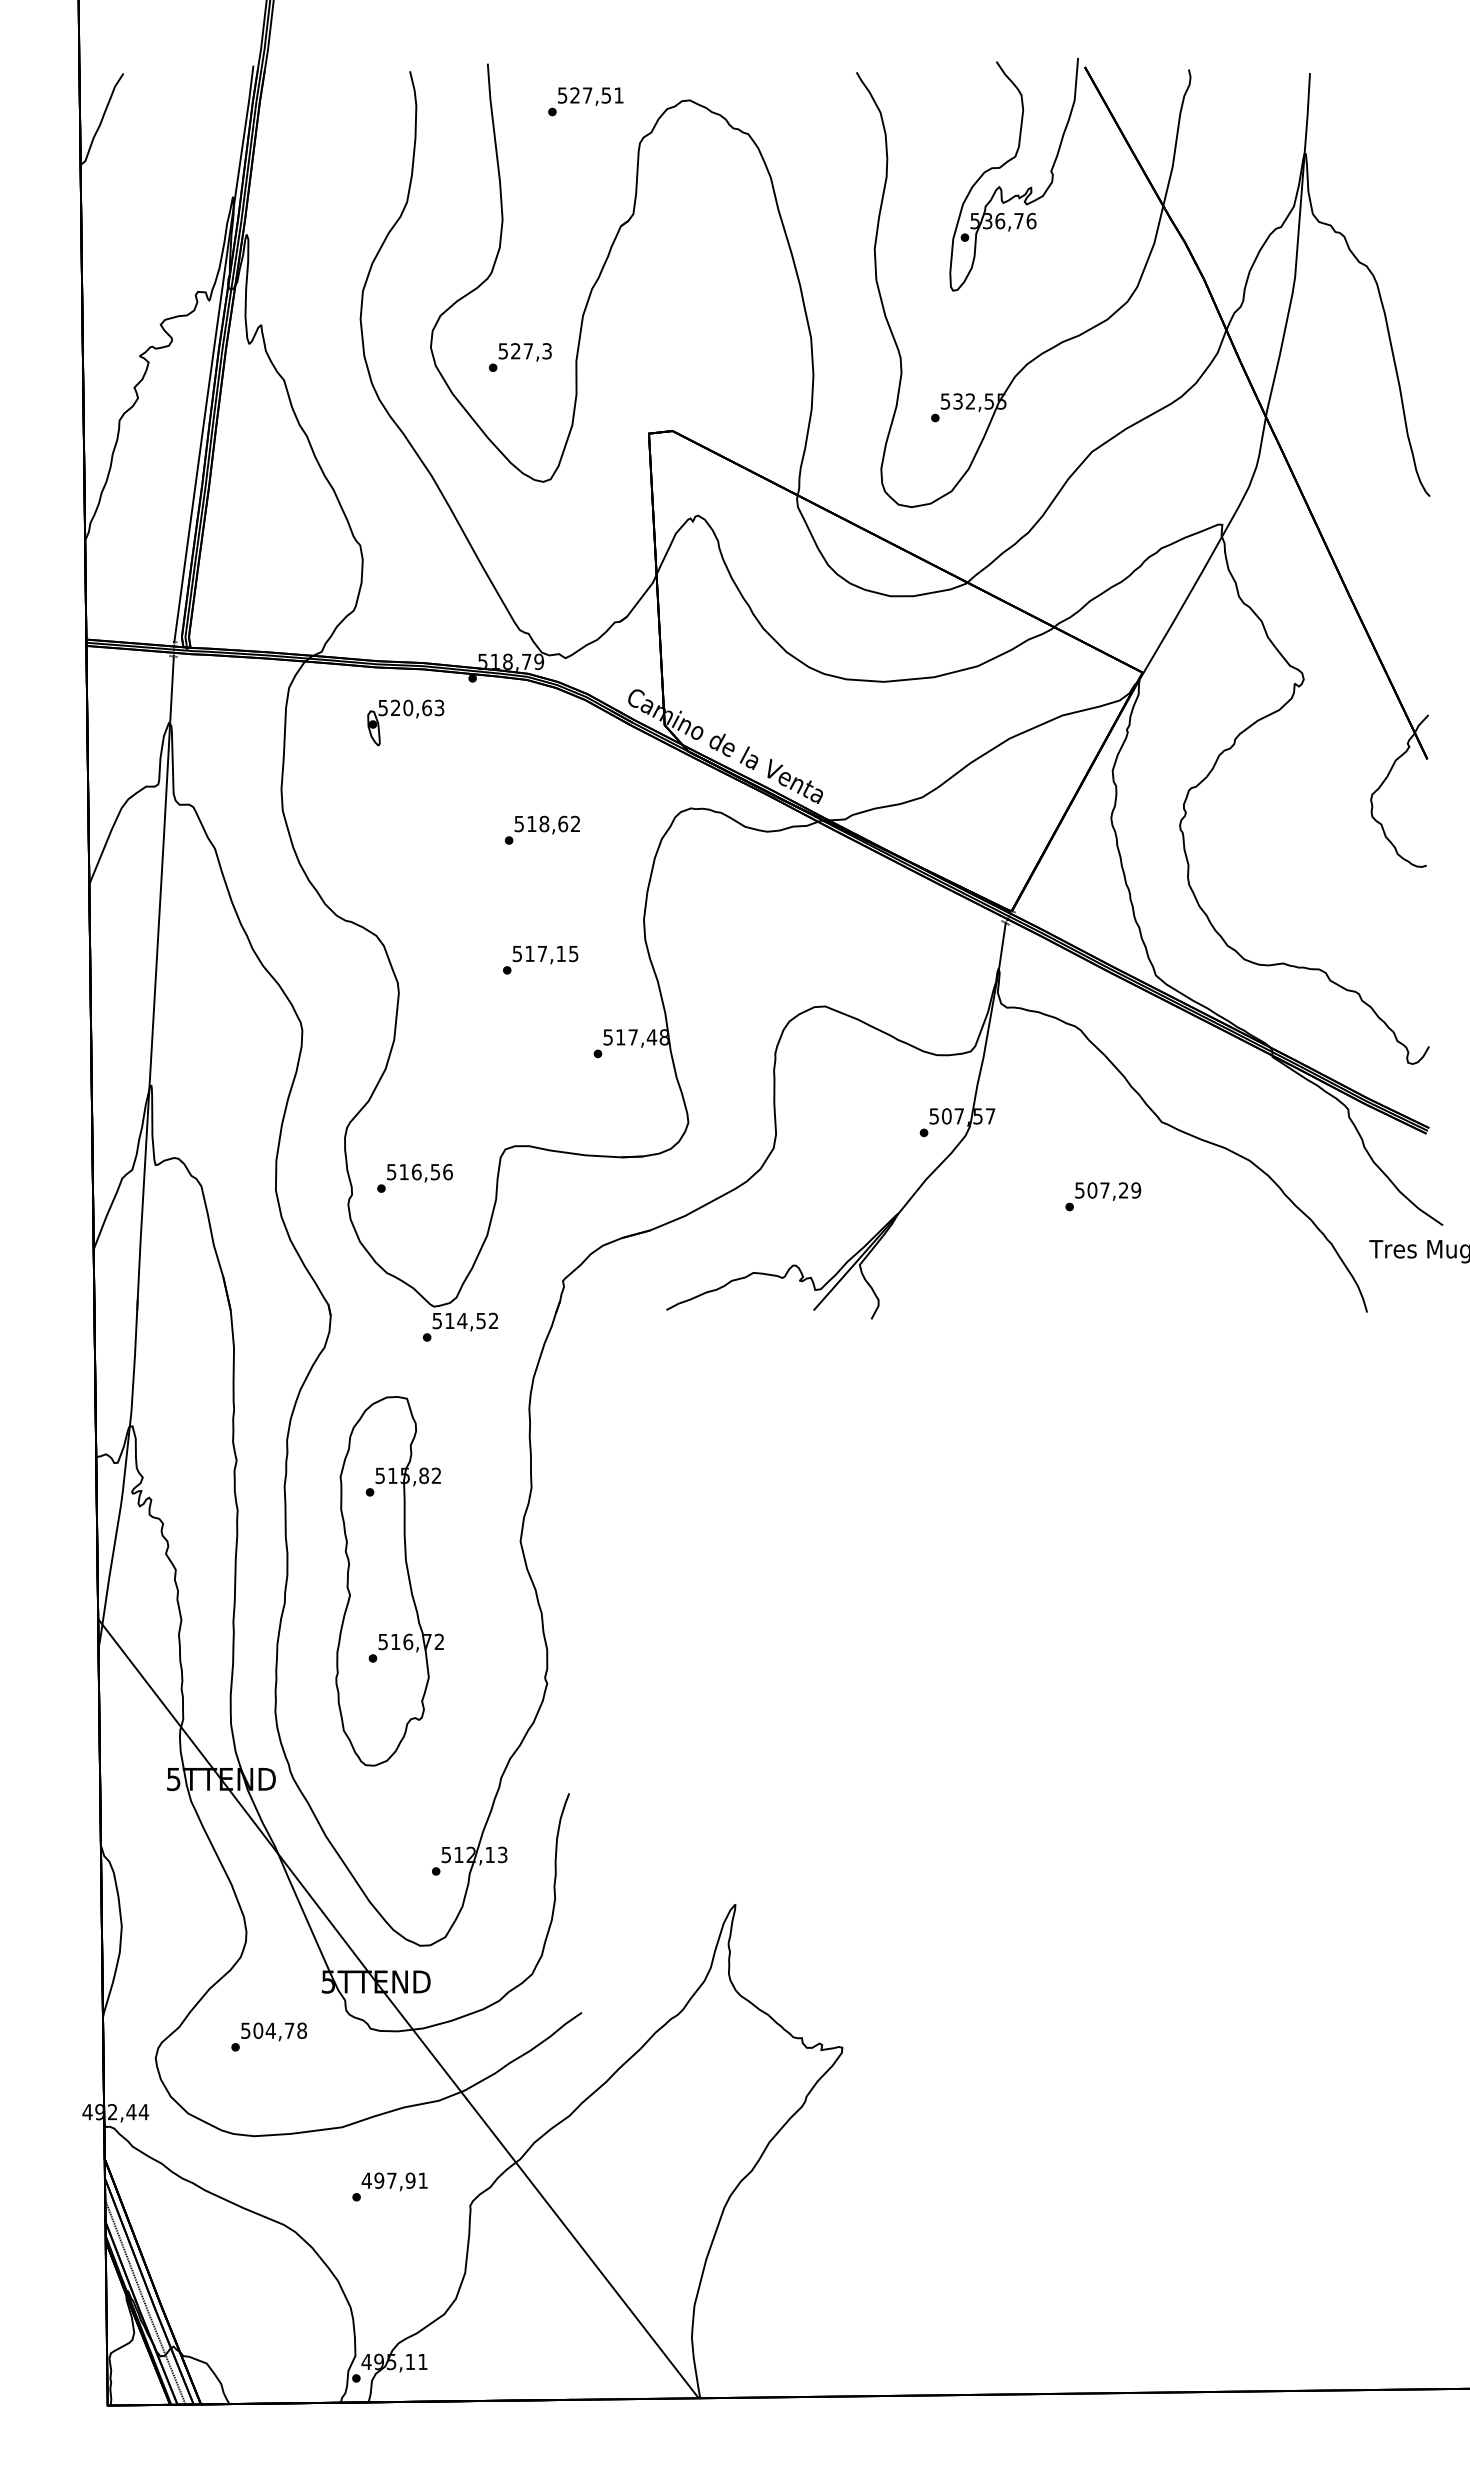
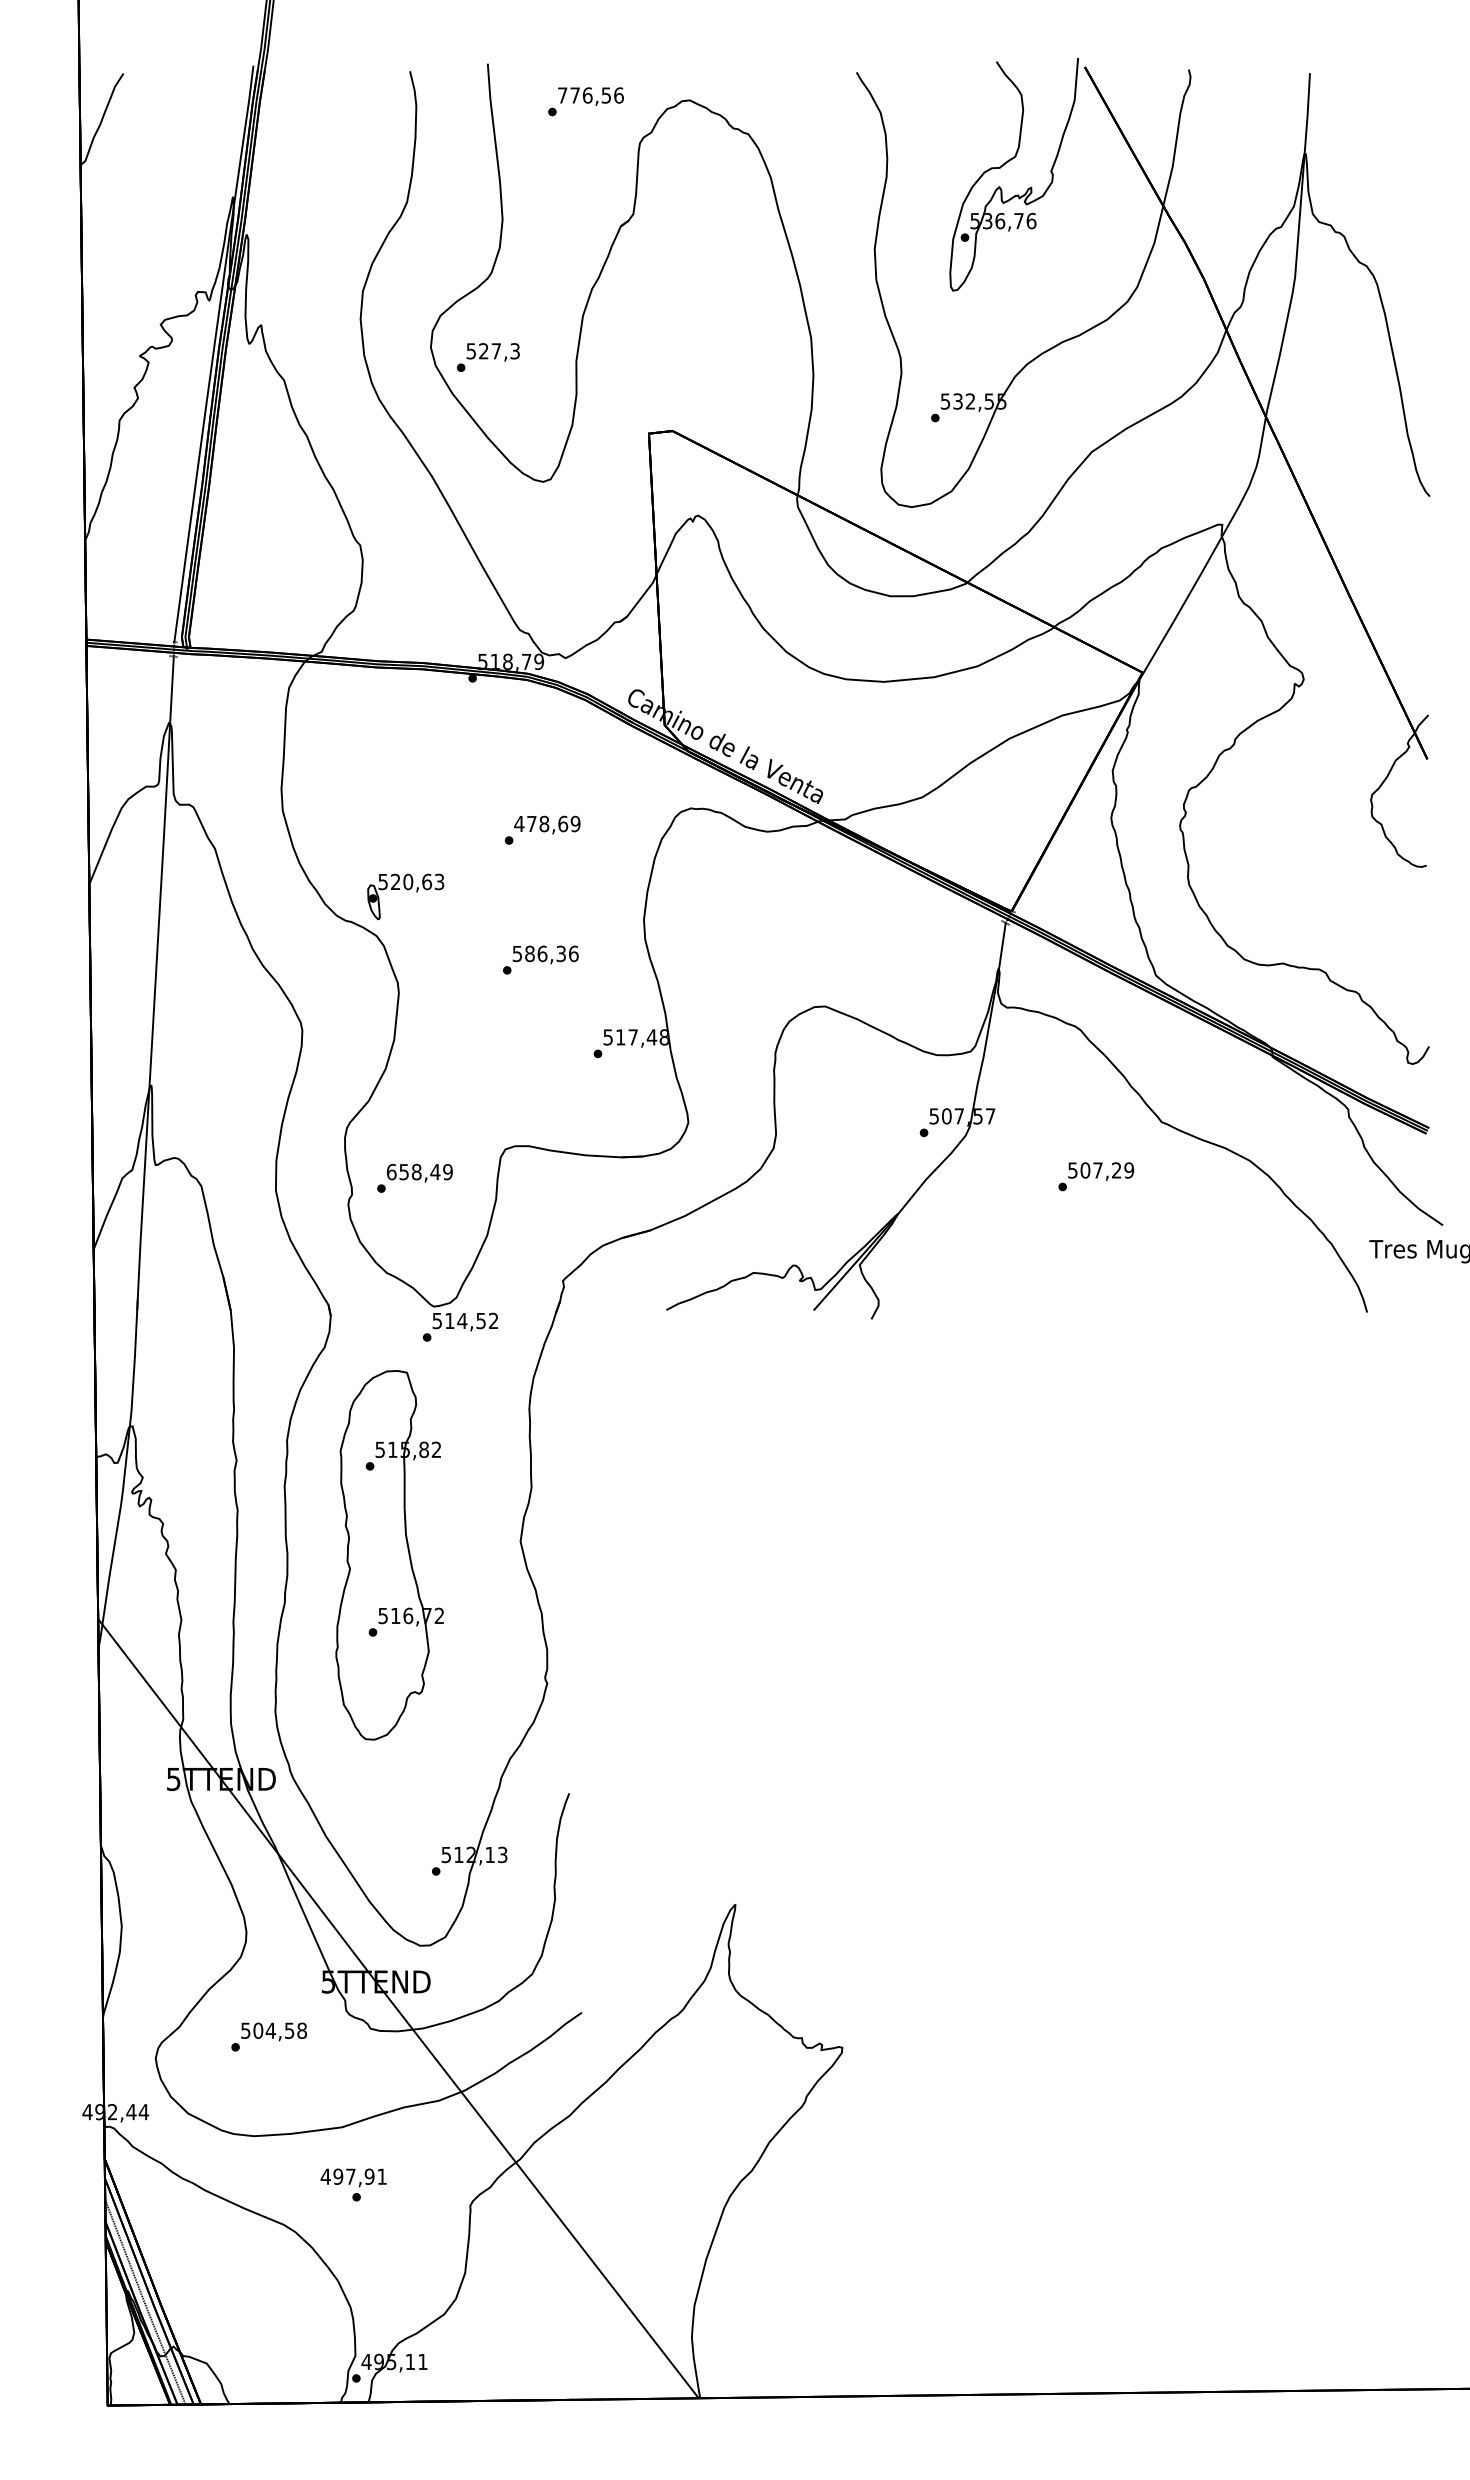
text at (590, 95): 527,51 -> 776,56
text at (520, 357) position: (520, 357) -> (488, 357)
part at (407, 716) position: (407, 716) -> (407, 890)
text at (547, 824): 518,62 -> 478,69
text at (551, 953): 517,15 -> 586,36
text at (419, 1171): 516,56 -> 658,49
text at (1103, 1196) position: (1103, 1196) -> (1096, 1176)
part at (389, 1581) position: (389, 1581) -> (389, 1555)
text at (289, 2030): 504,78 -> 504,58
text at (394, 2181) position: (394, 2181) -> (353, 2177)
